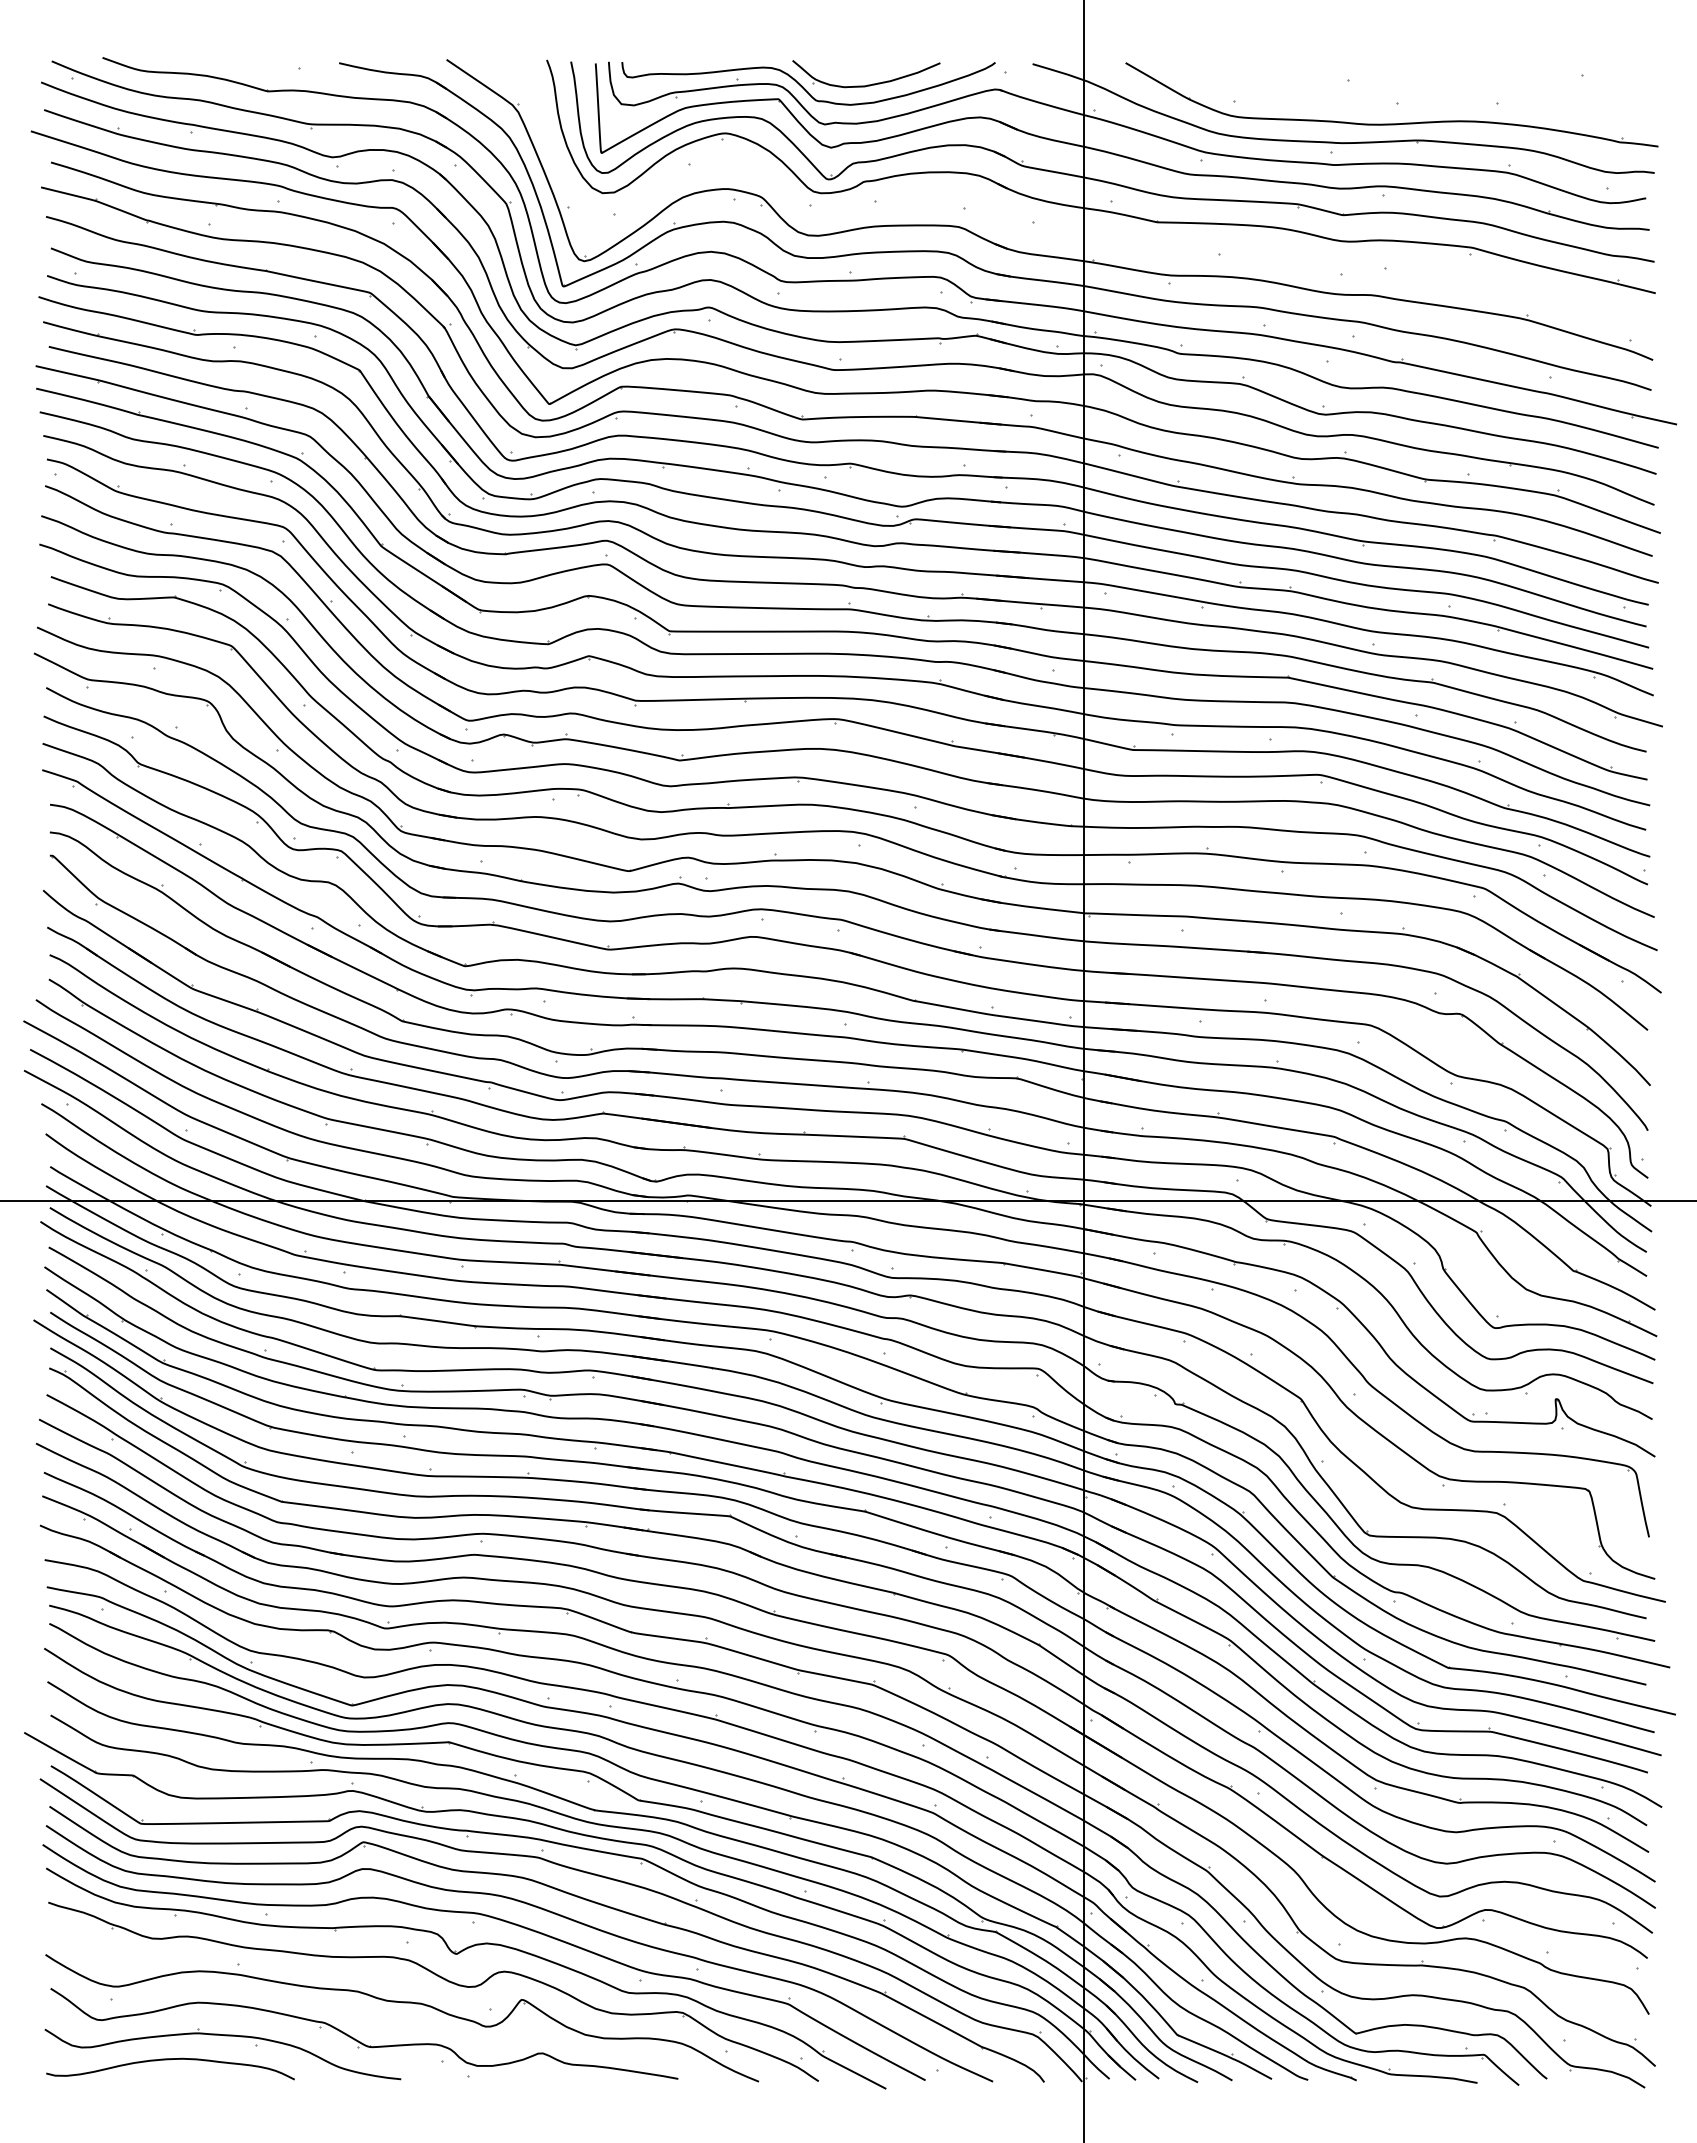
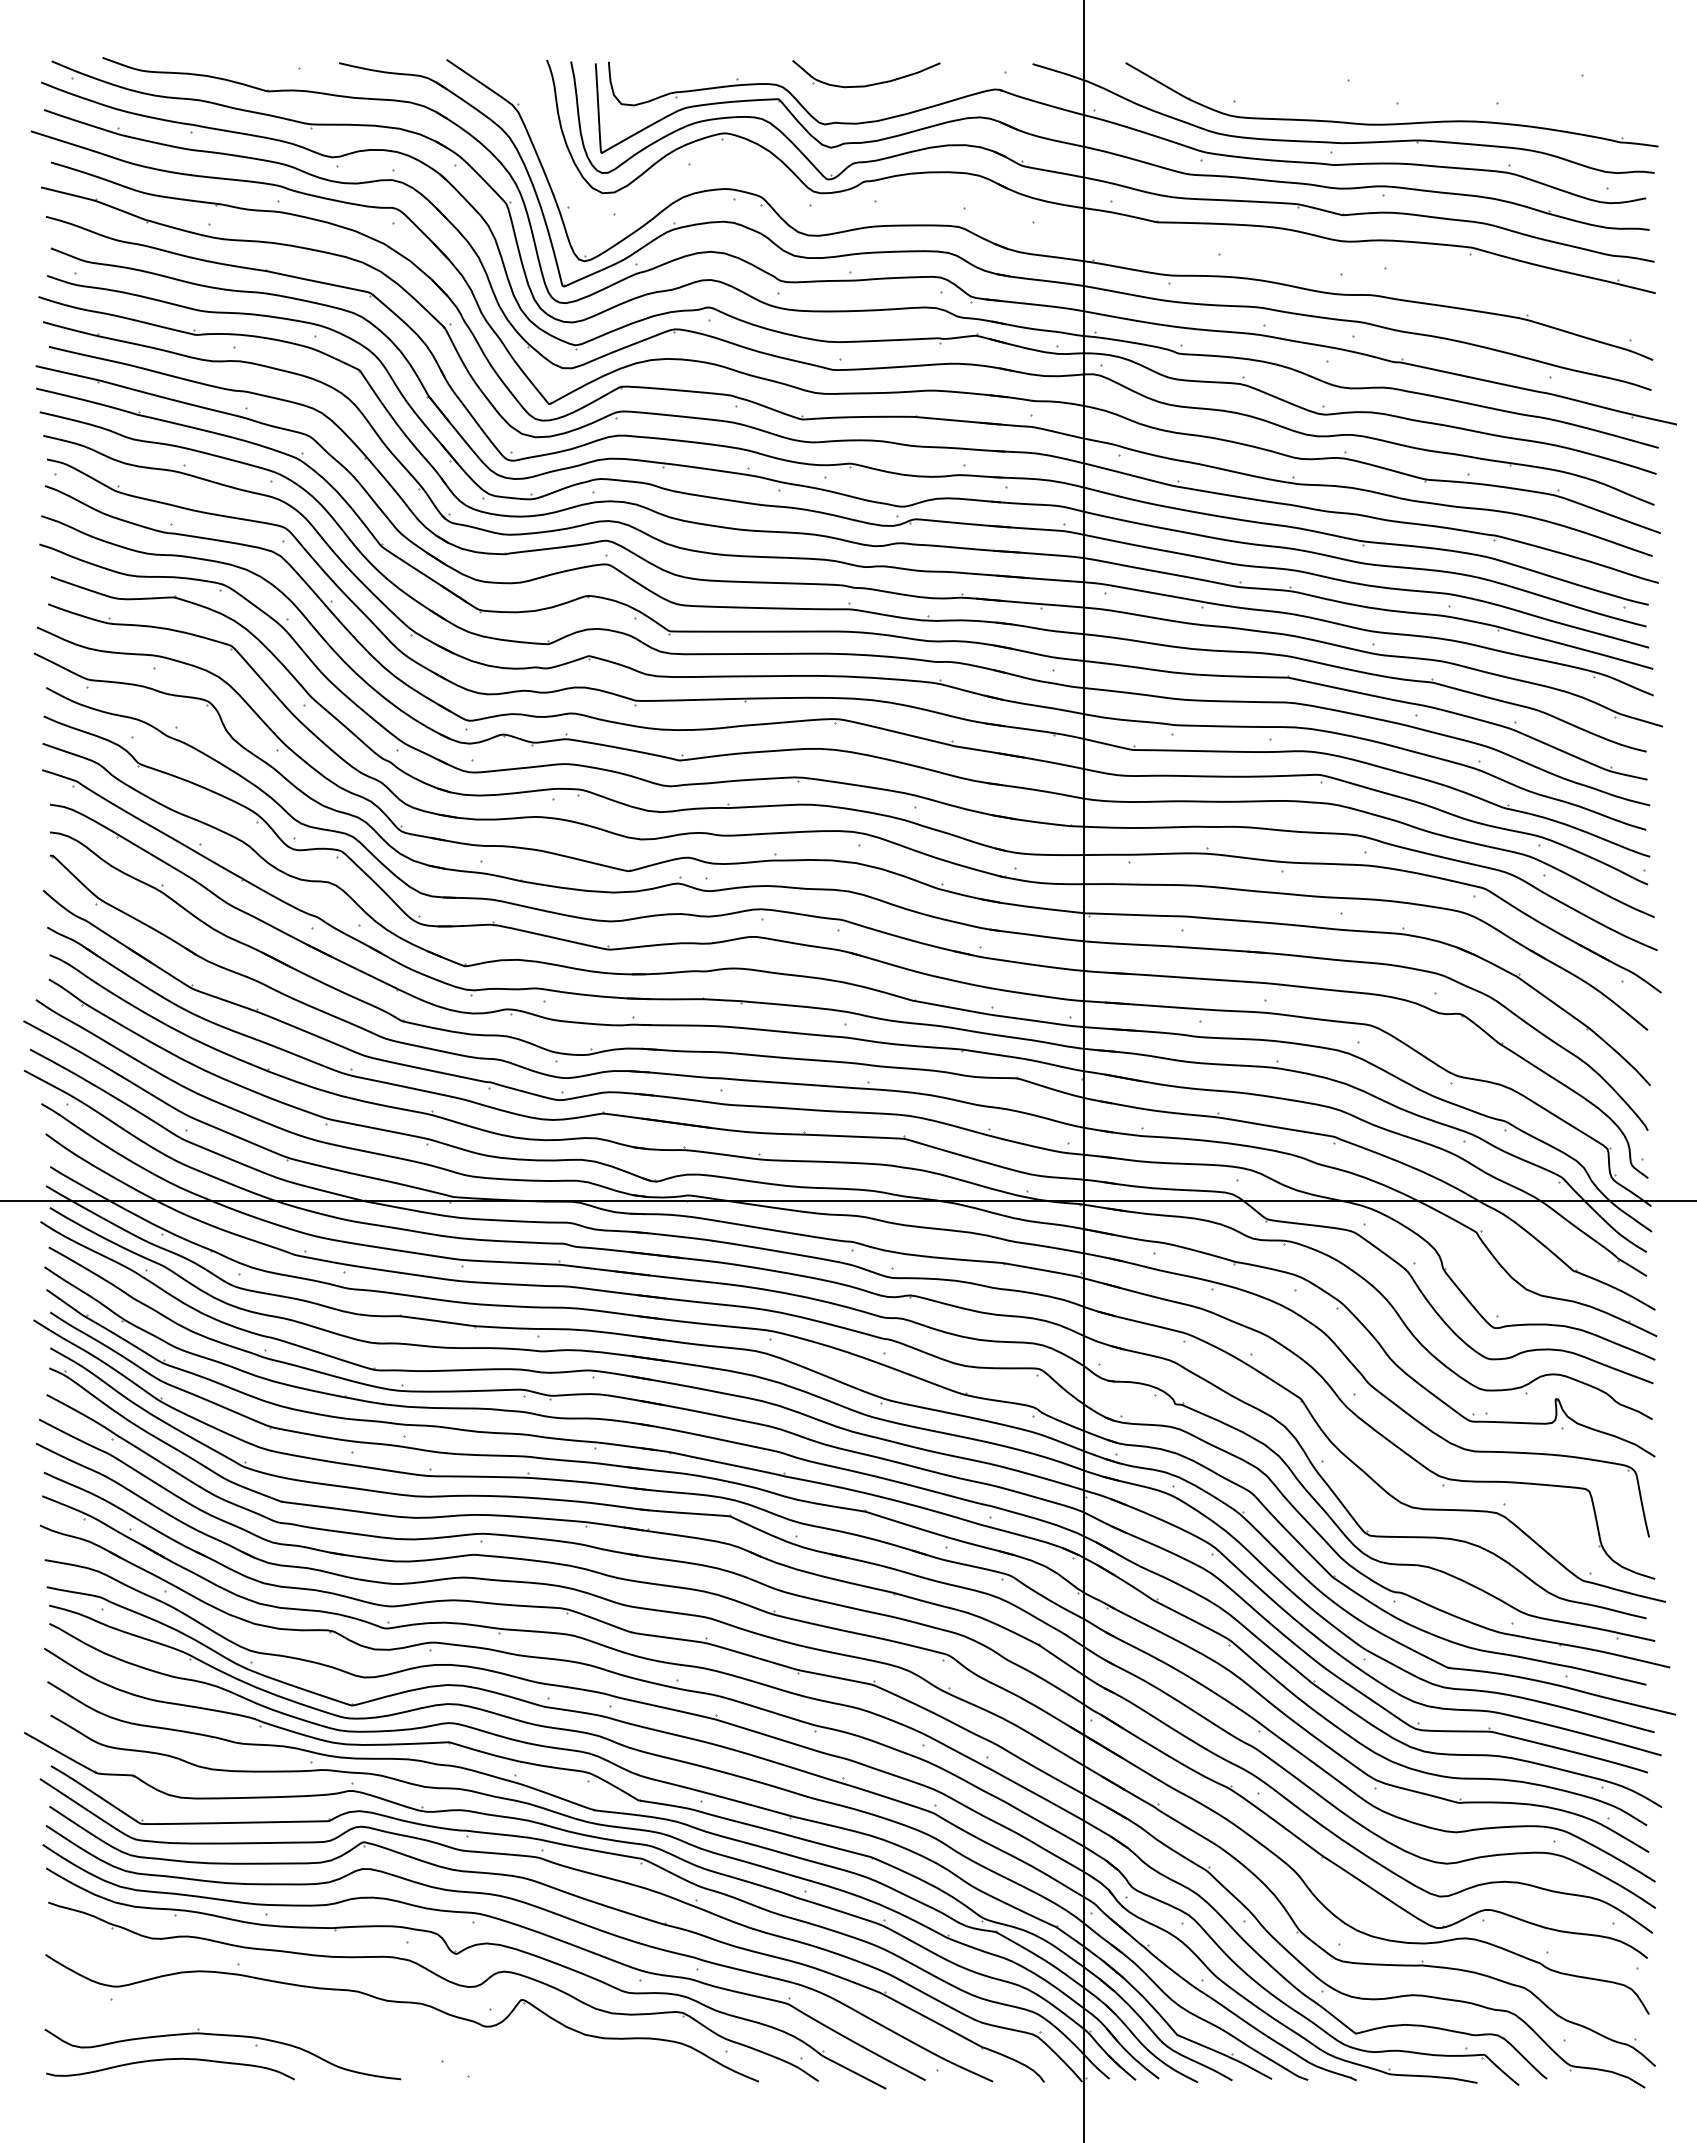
curve at (804, 87): present -> none
part at (360, 2041): present -> none
